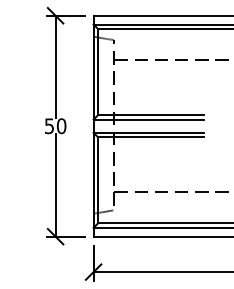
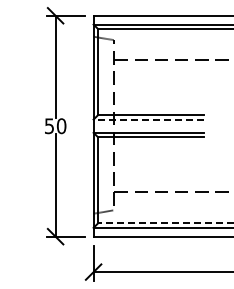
line at (148, 119): solid -> dashed
line at (165, 223): solid -> dashed
